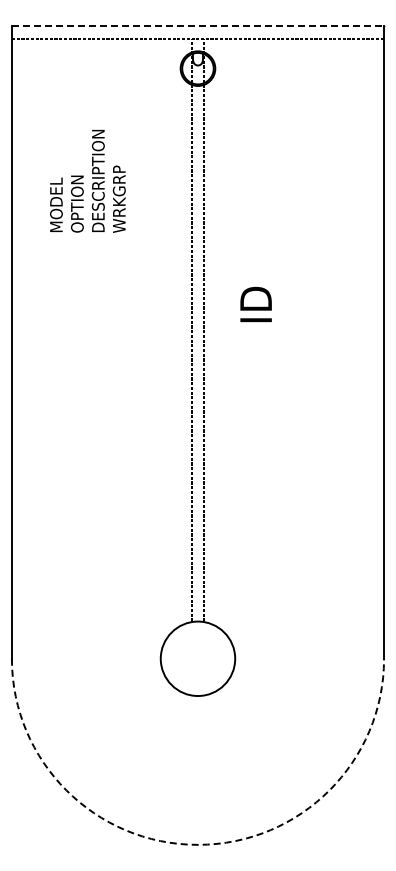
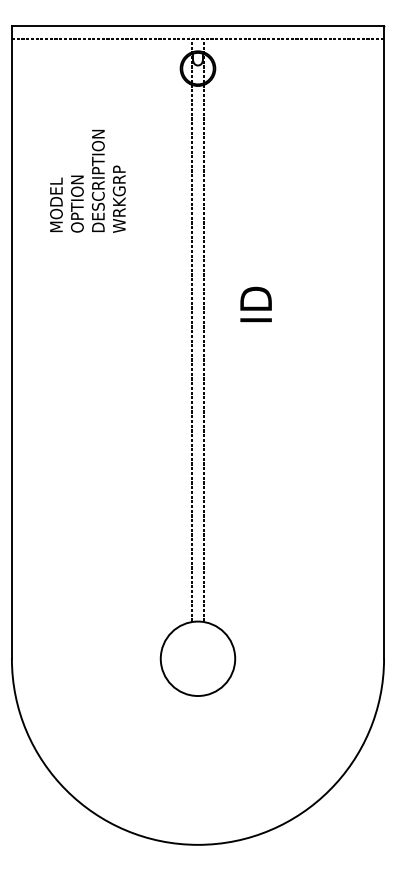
line at (198, 26): dashed -> solid
arc at (197, 844): dashed -> solid
